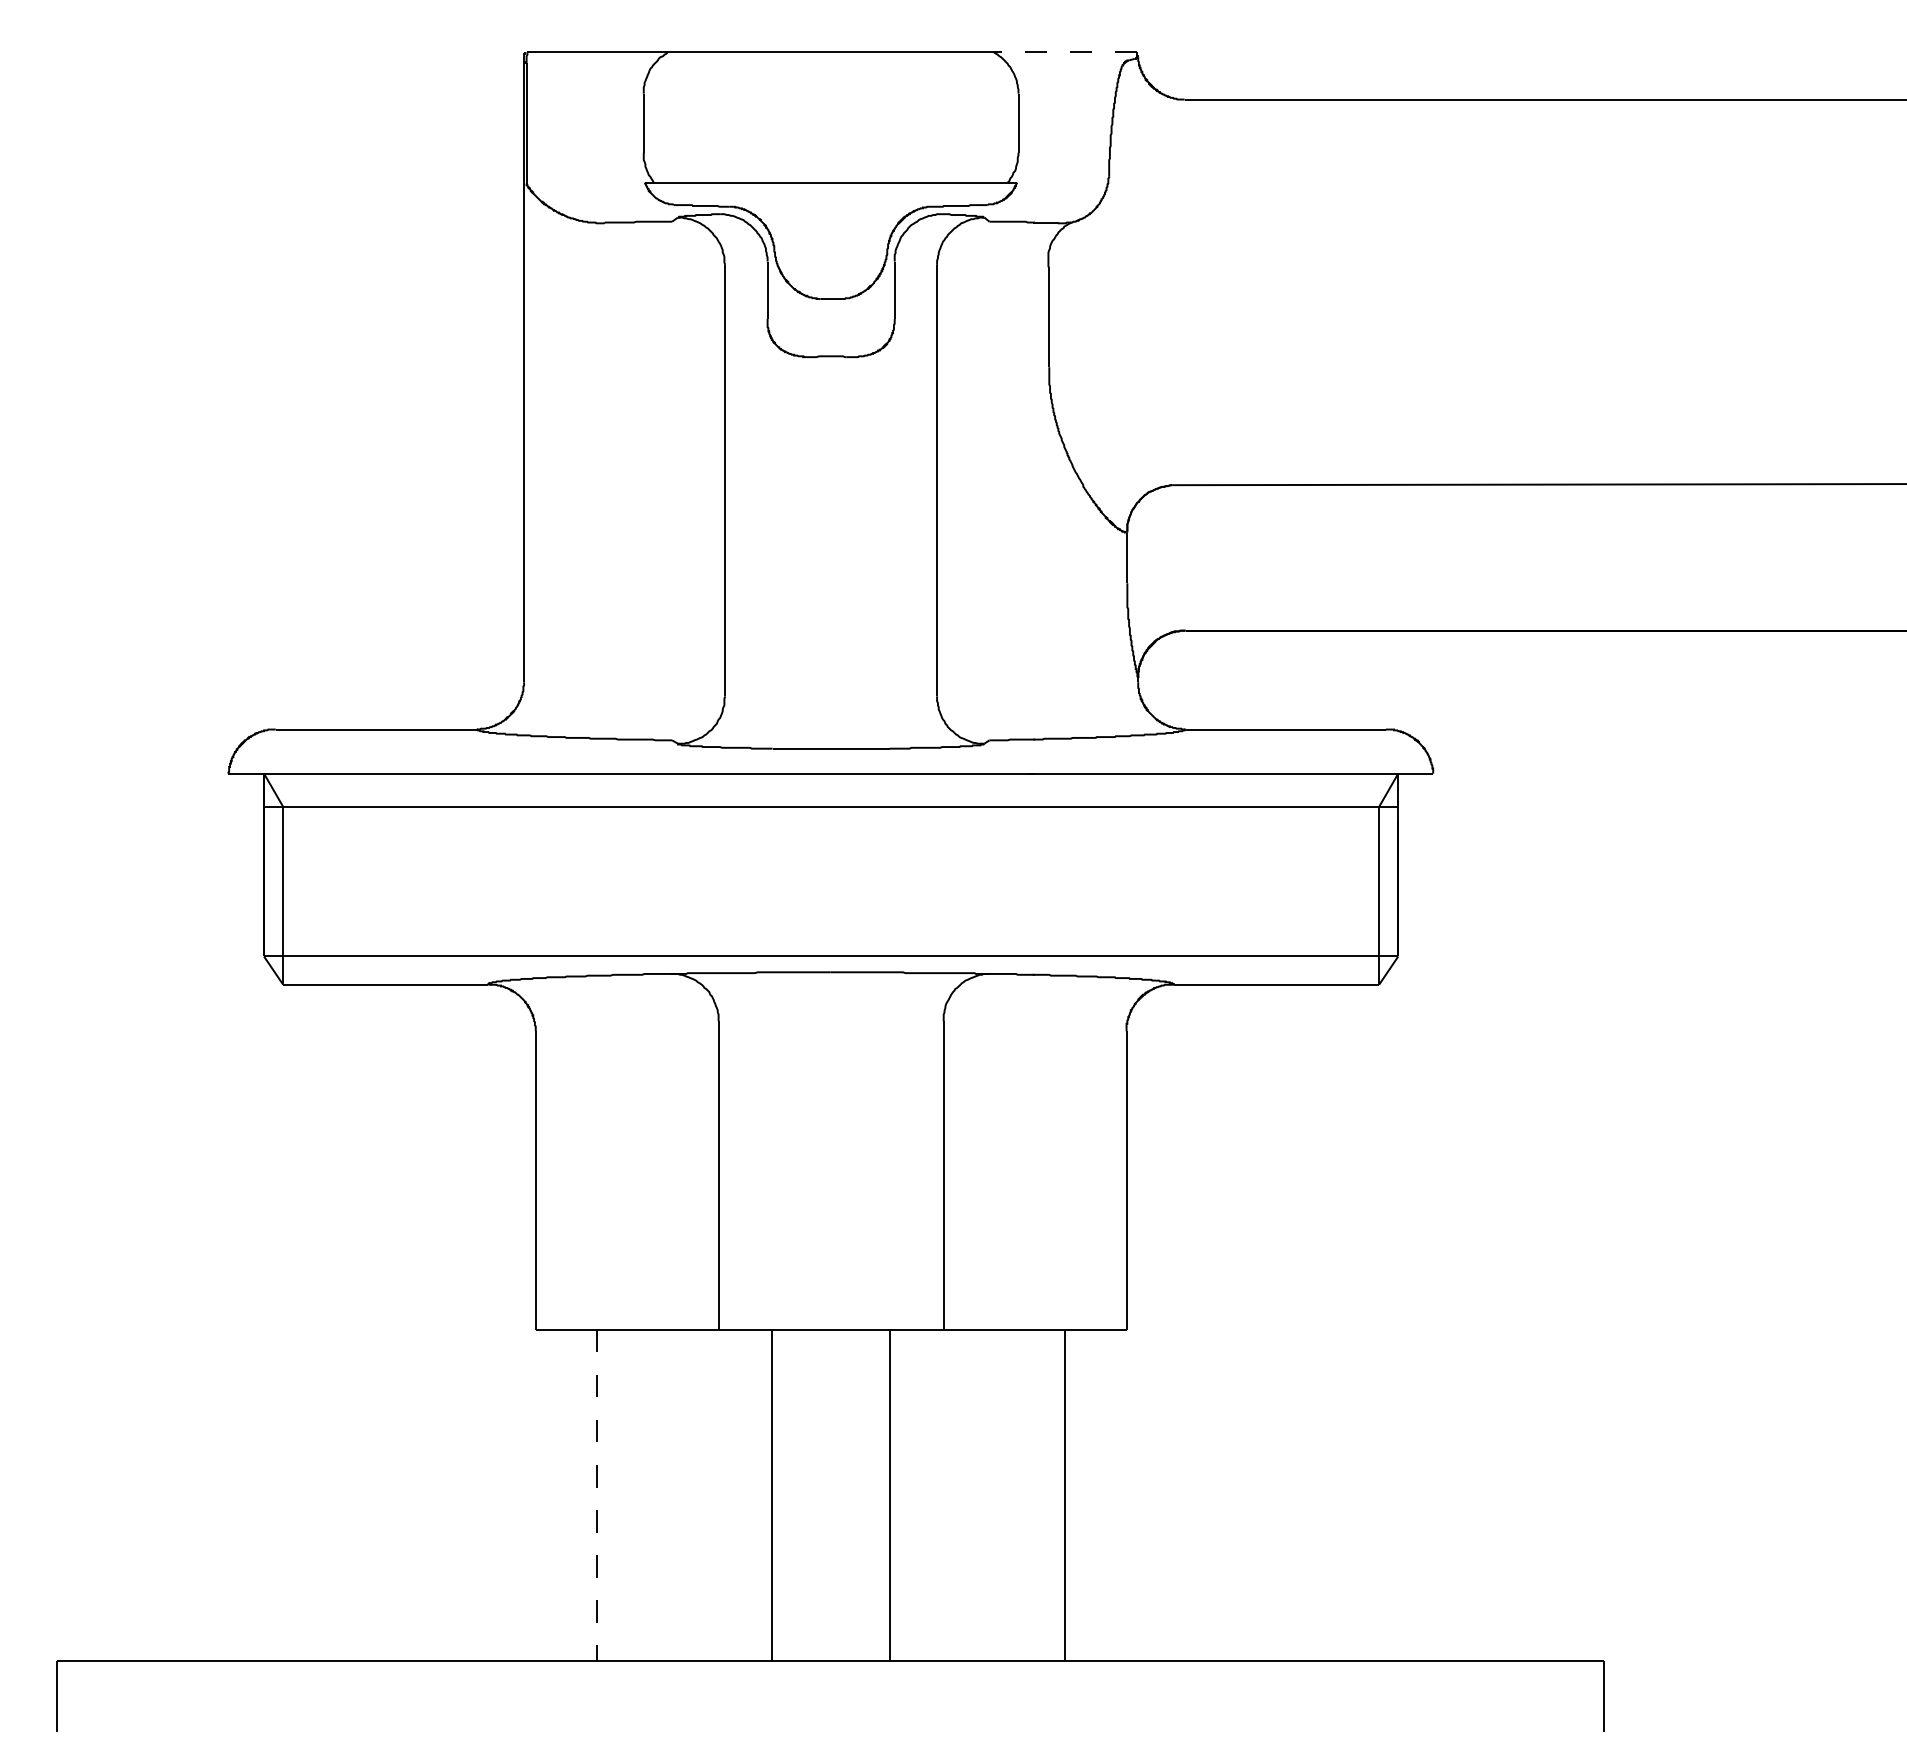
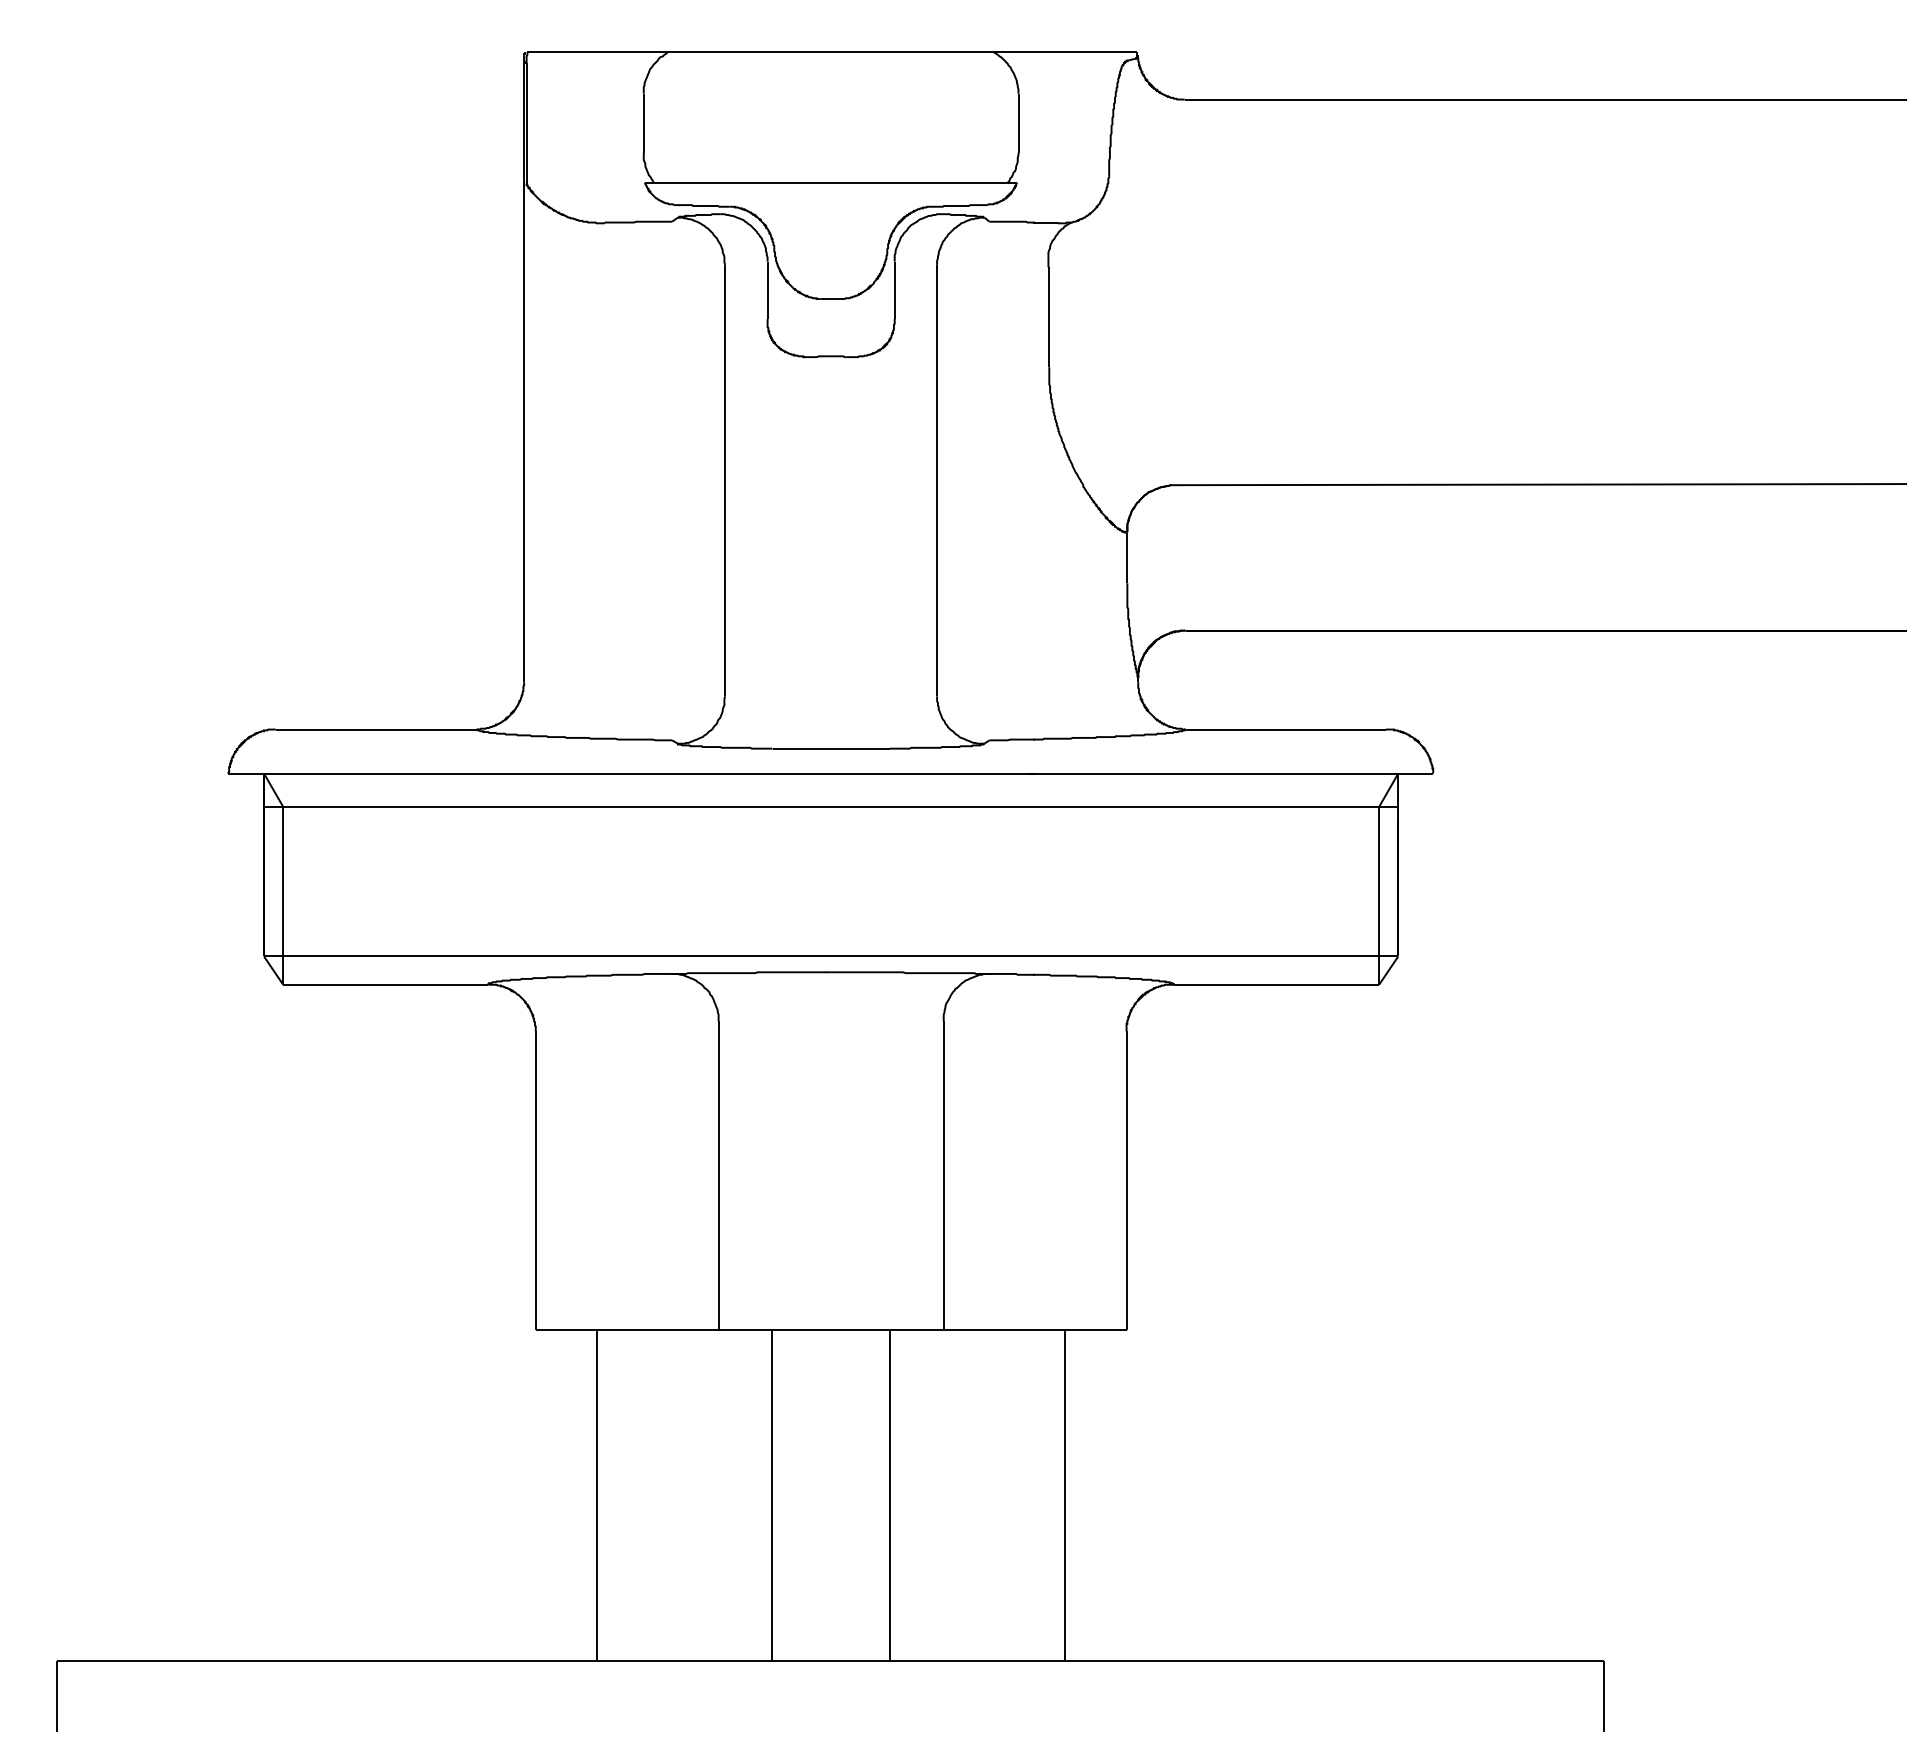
line at (1065, 52): dashed -> solid
line at (597, 1495): dashed -> solid
